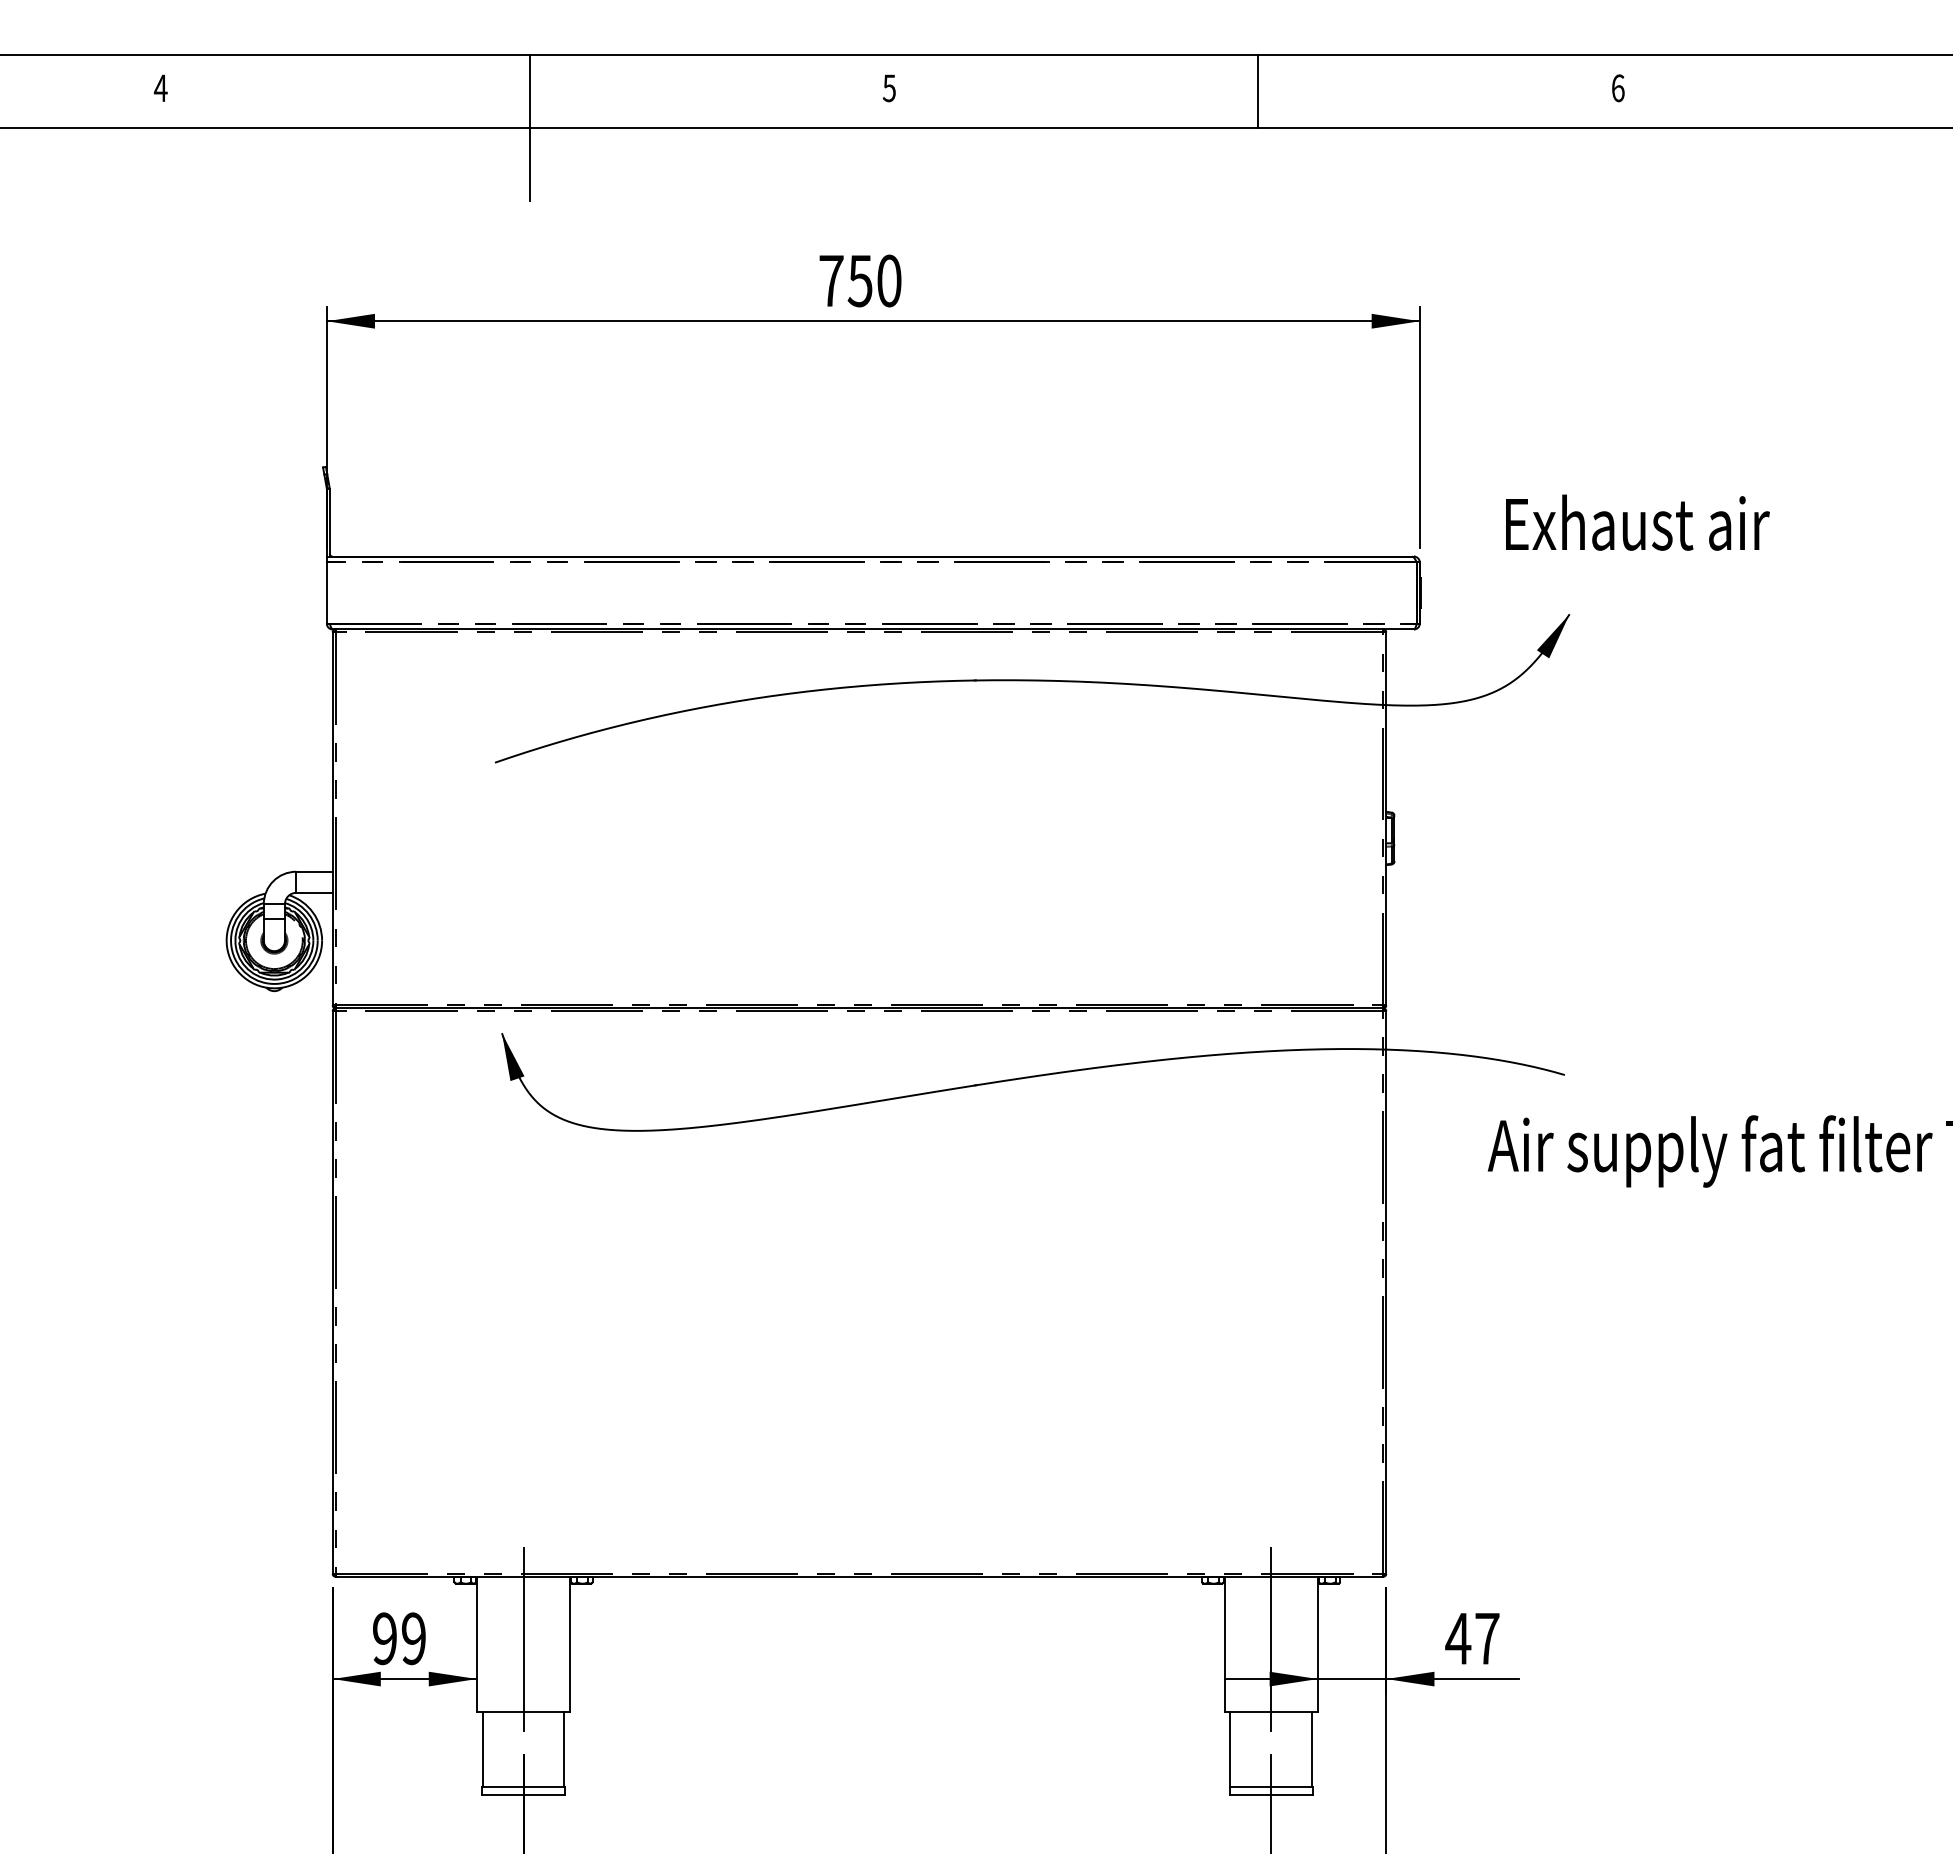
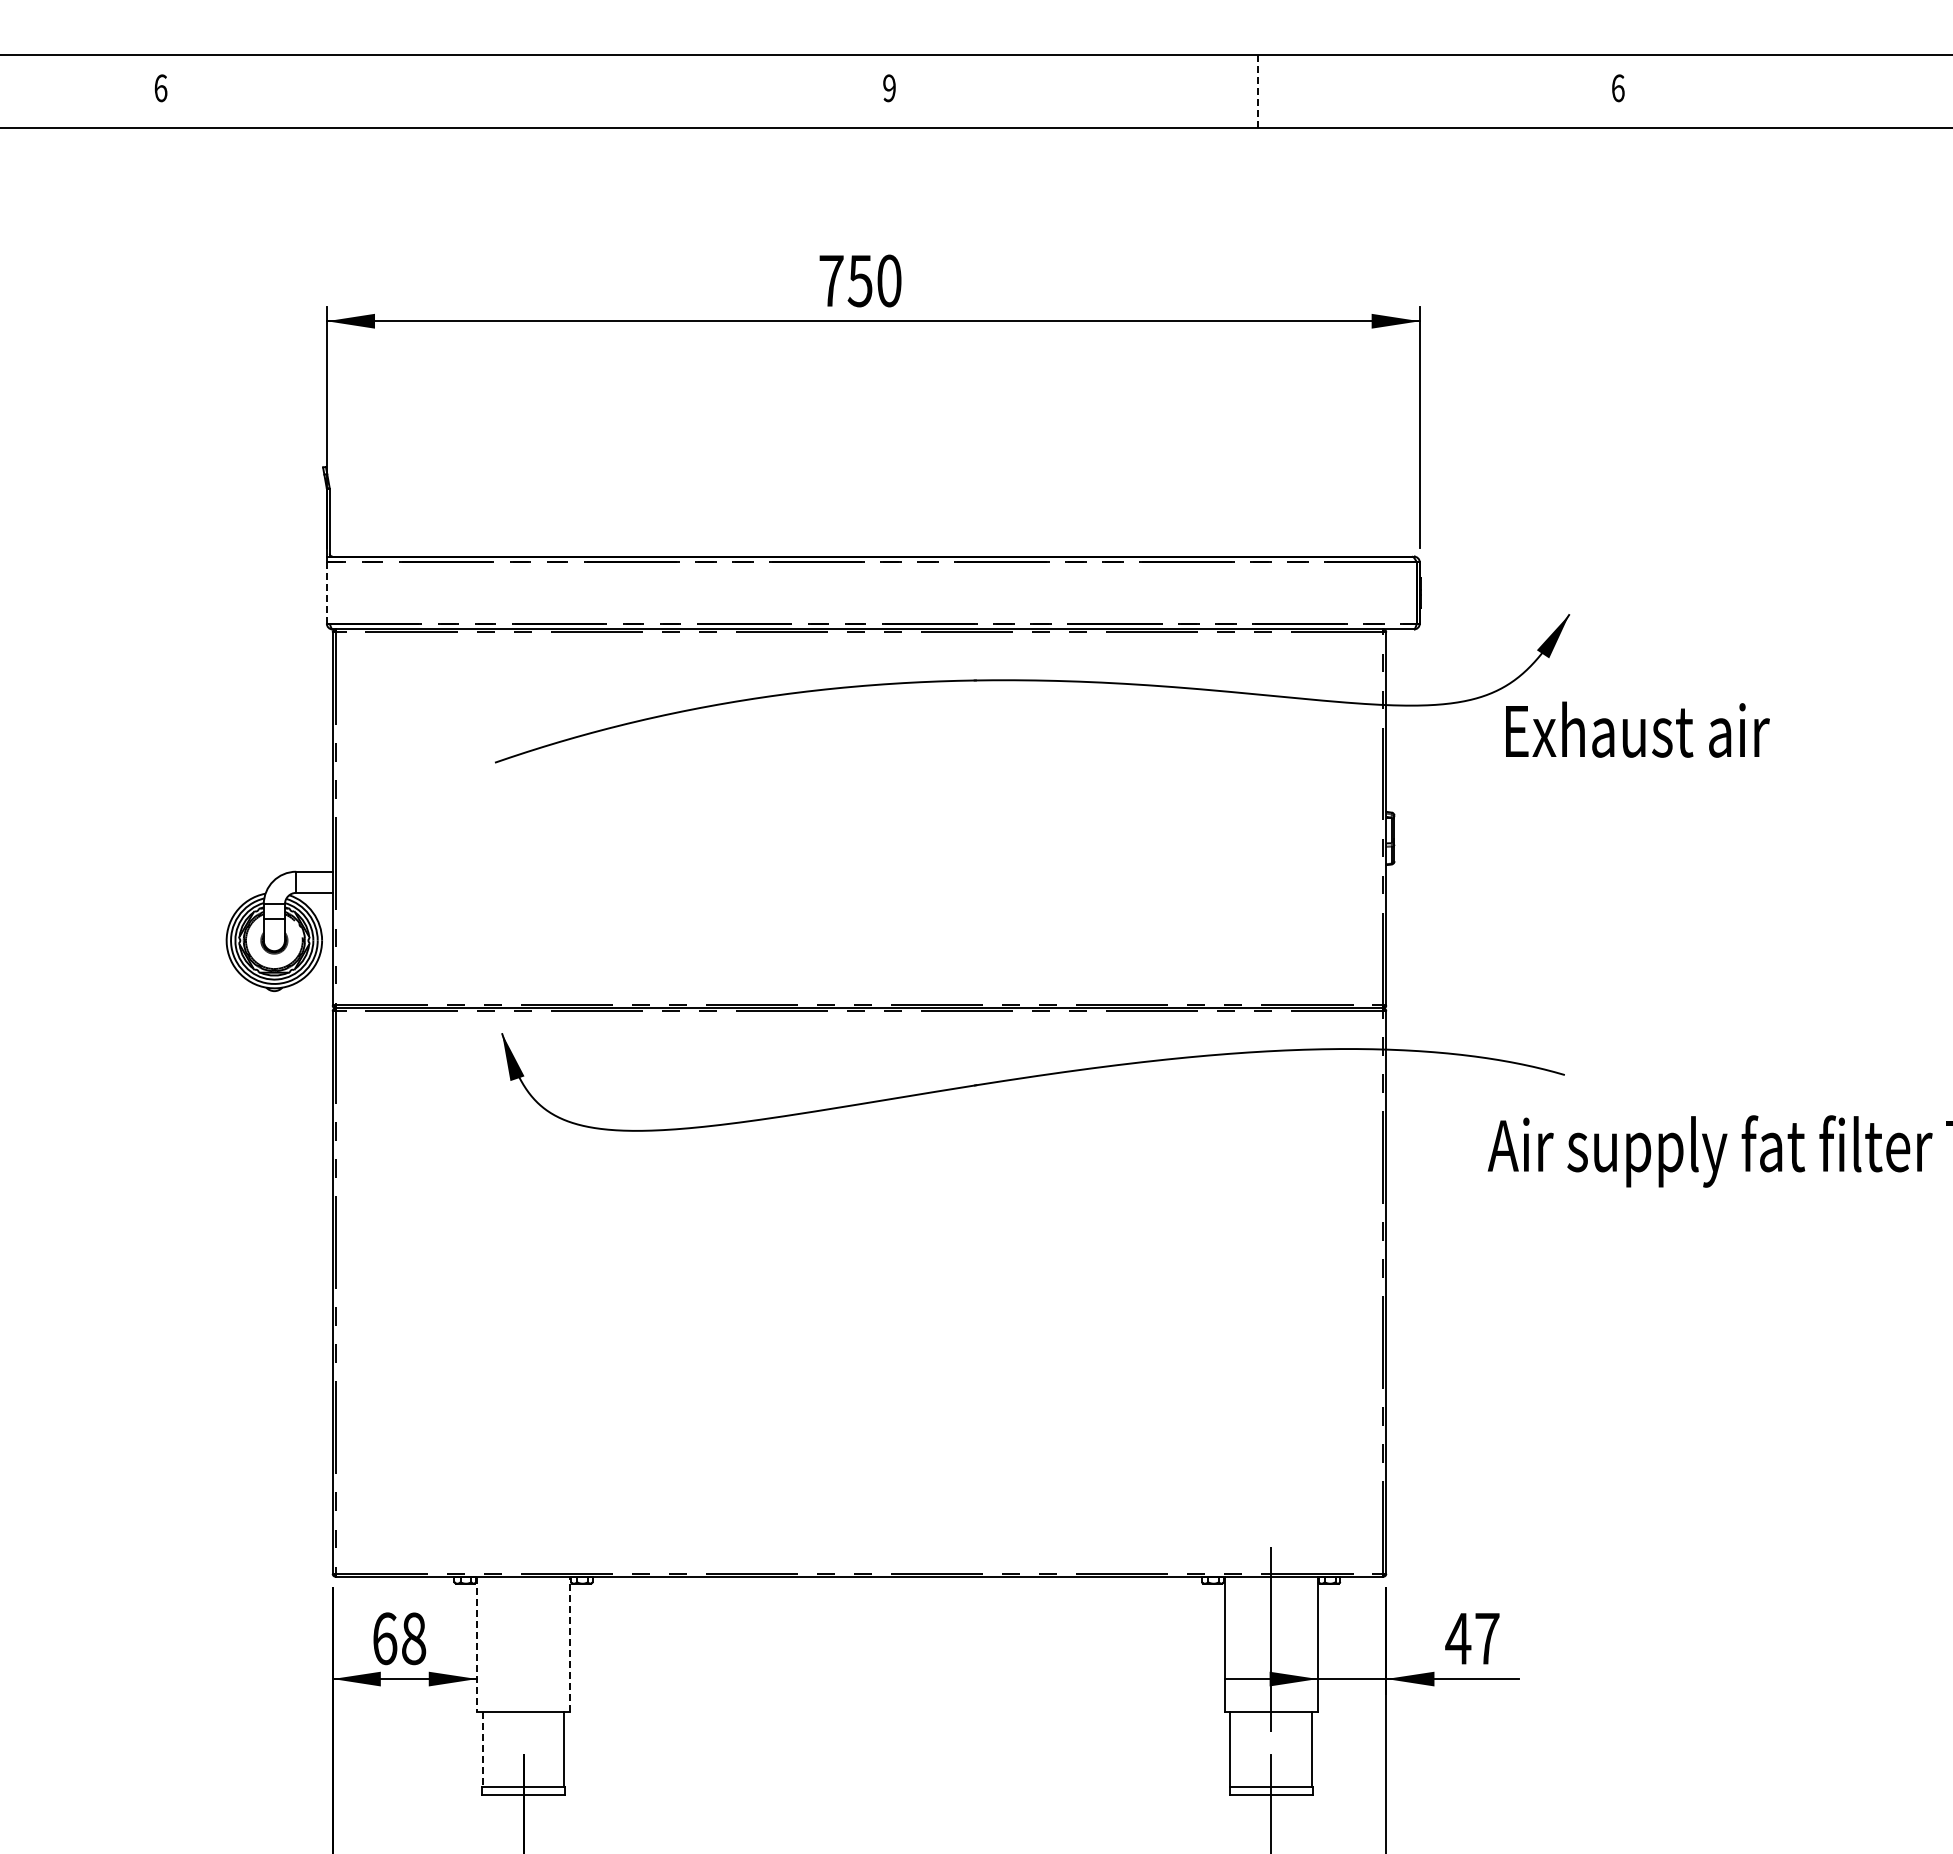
text at (160, 88): 4 -> 6
text at (888, 88): 5 -> 9
line at (1258, 91): solid -> dashed
line at (529, 128): present -> none
text at (1637, 522) position: (1637, 522) -> (1637, 729)
line at (326, 593): solid -> dashed
text at (399, 1638): 99 -> 68
line at (523, 1643): present -> none
line at (570, 1643): solid -> dashed
line at (476, 1644): solid -> dashed
line at (482, 1749): solid -> dashed
